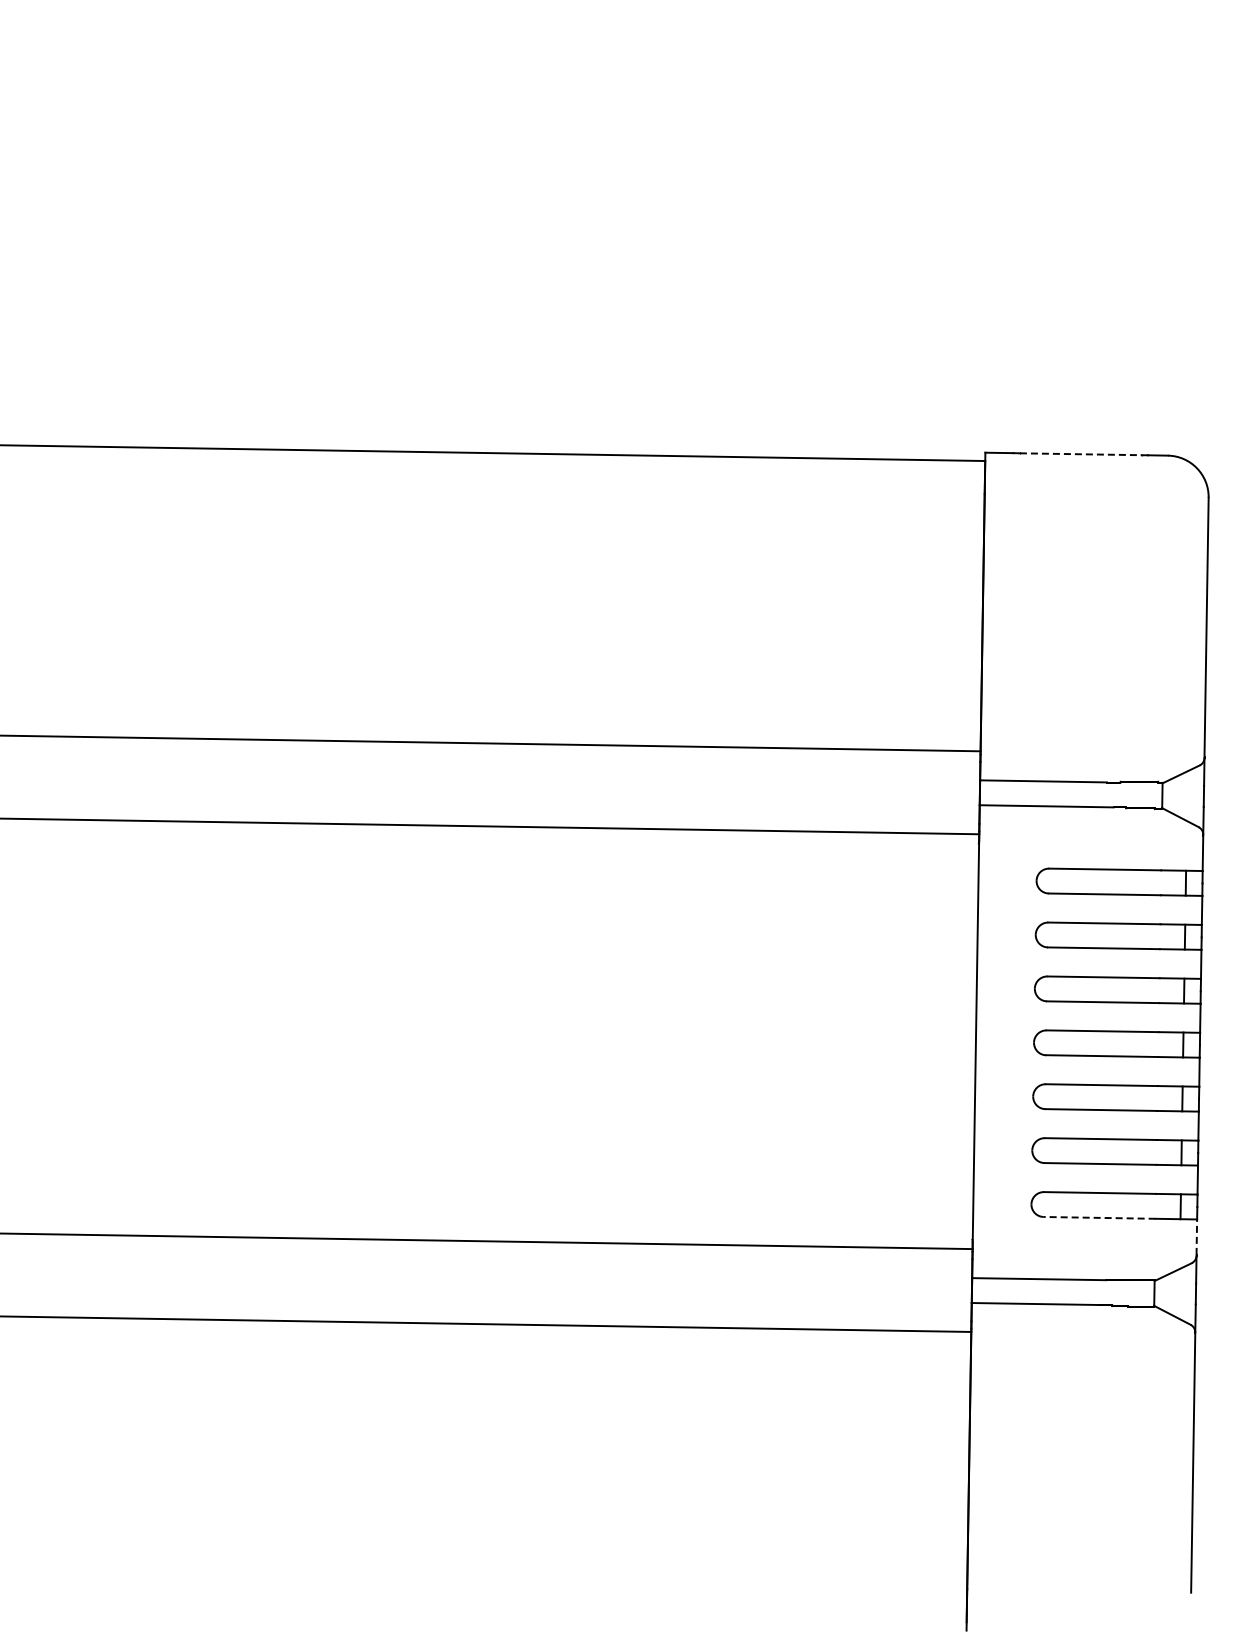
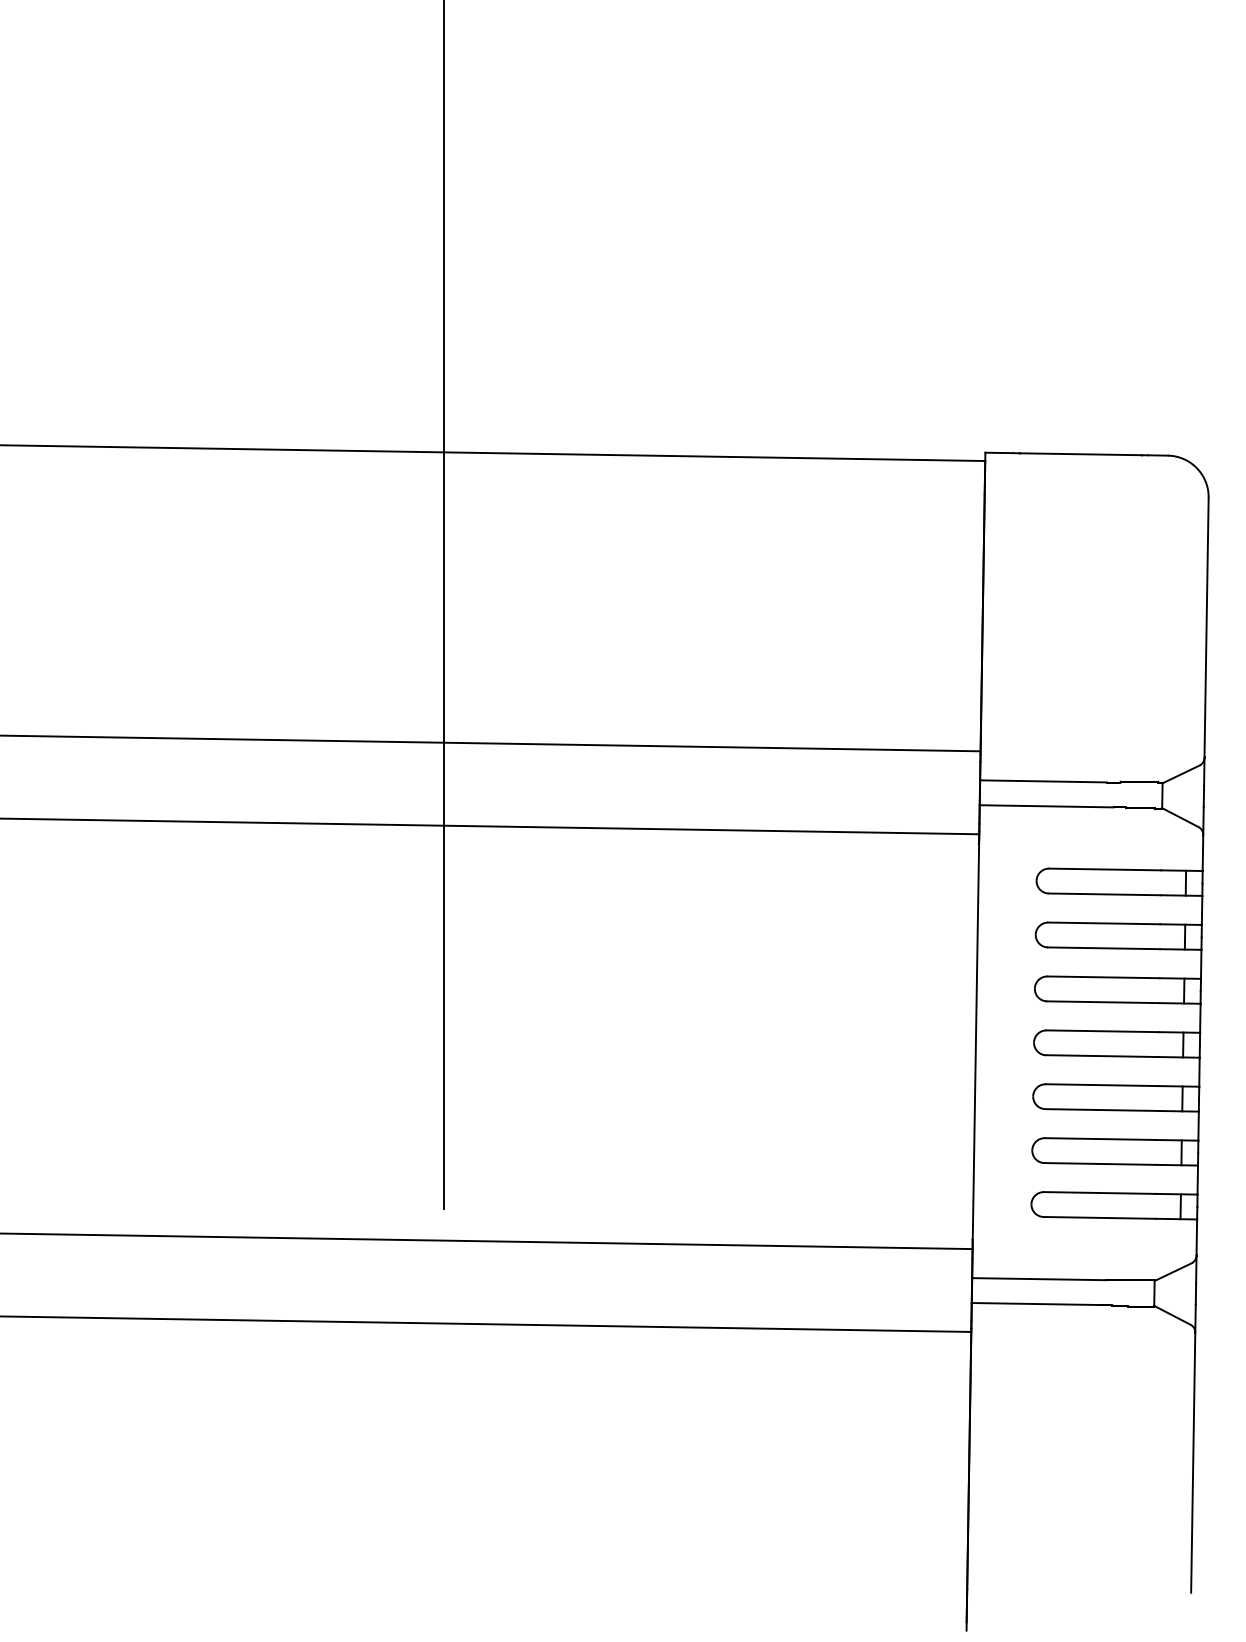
line at (1080, 454): dashed -> solid
line at (444, 605): none -> present
line at (1099, 1217): dashed -> solid
line at (1196, 1237): dashed -> solid
